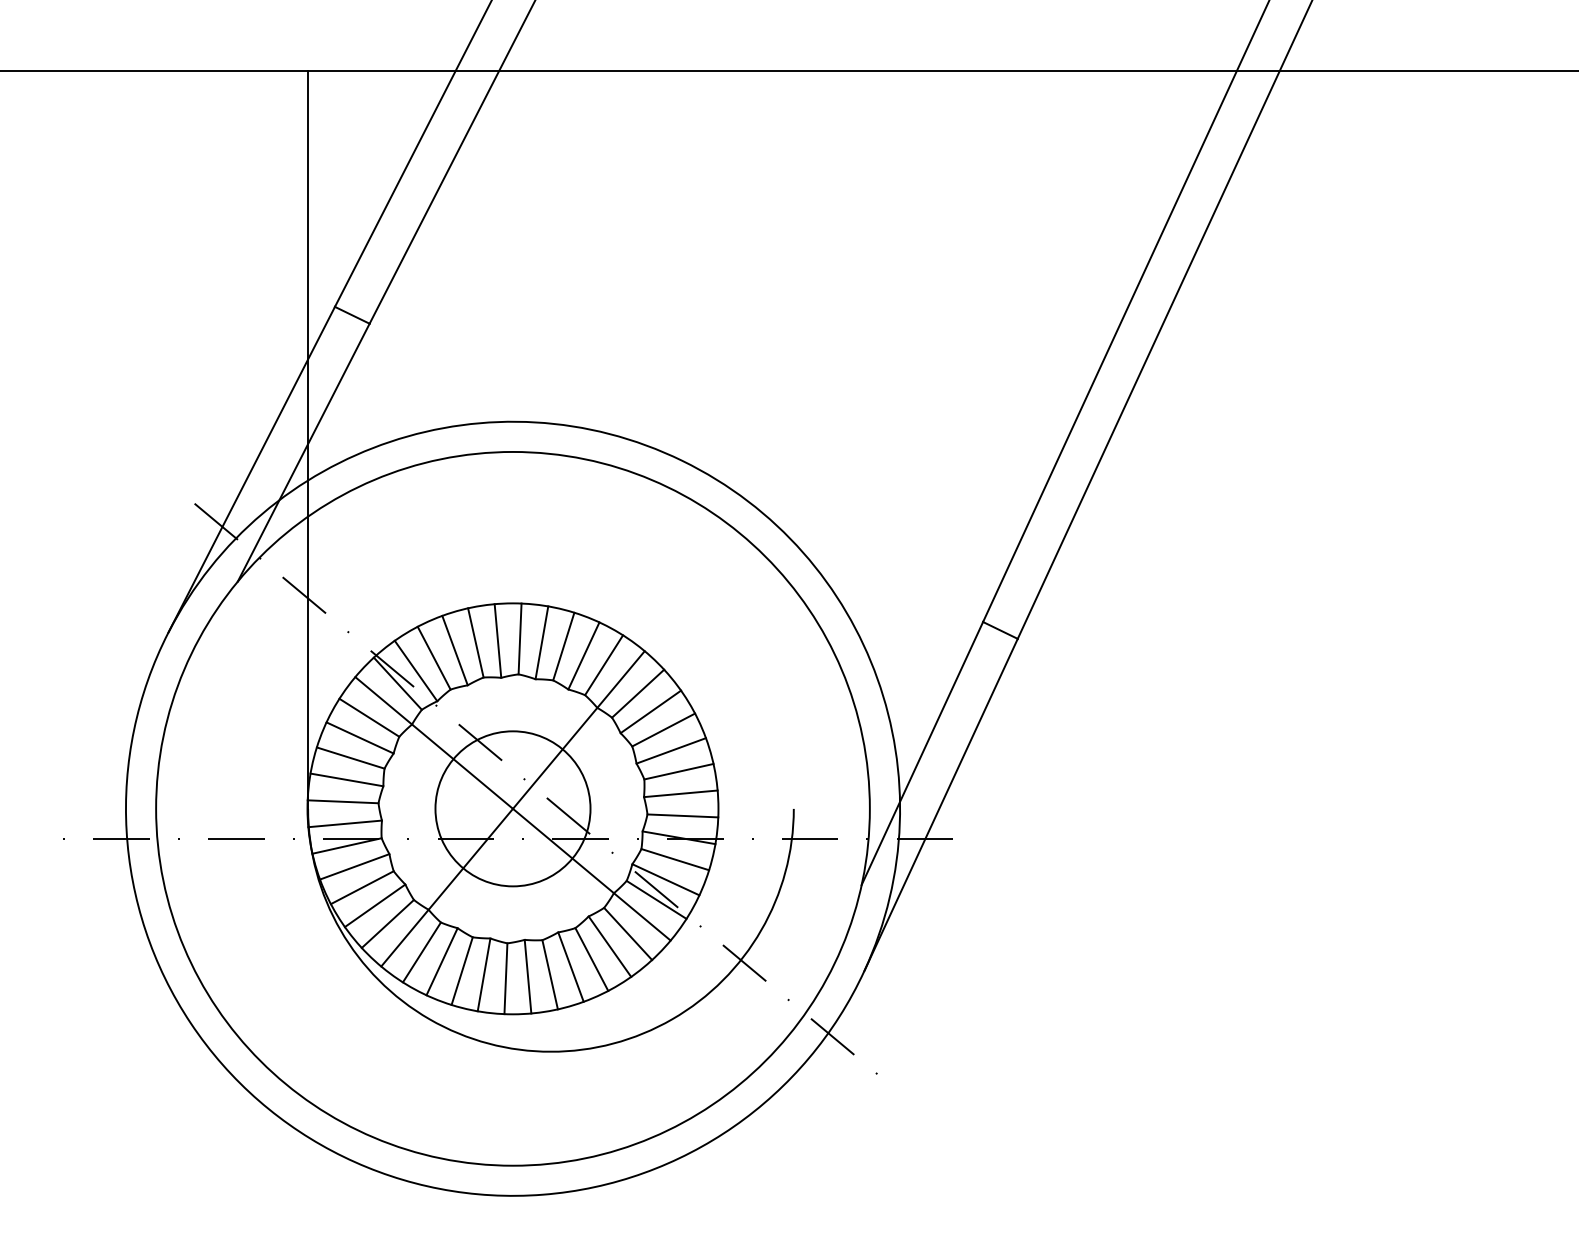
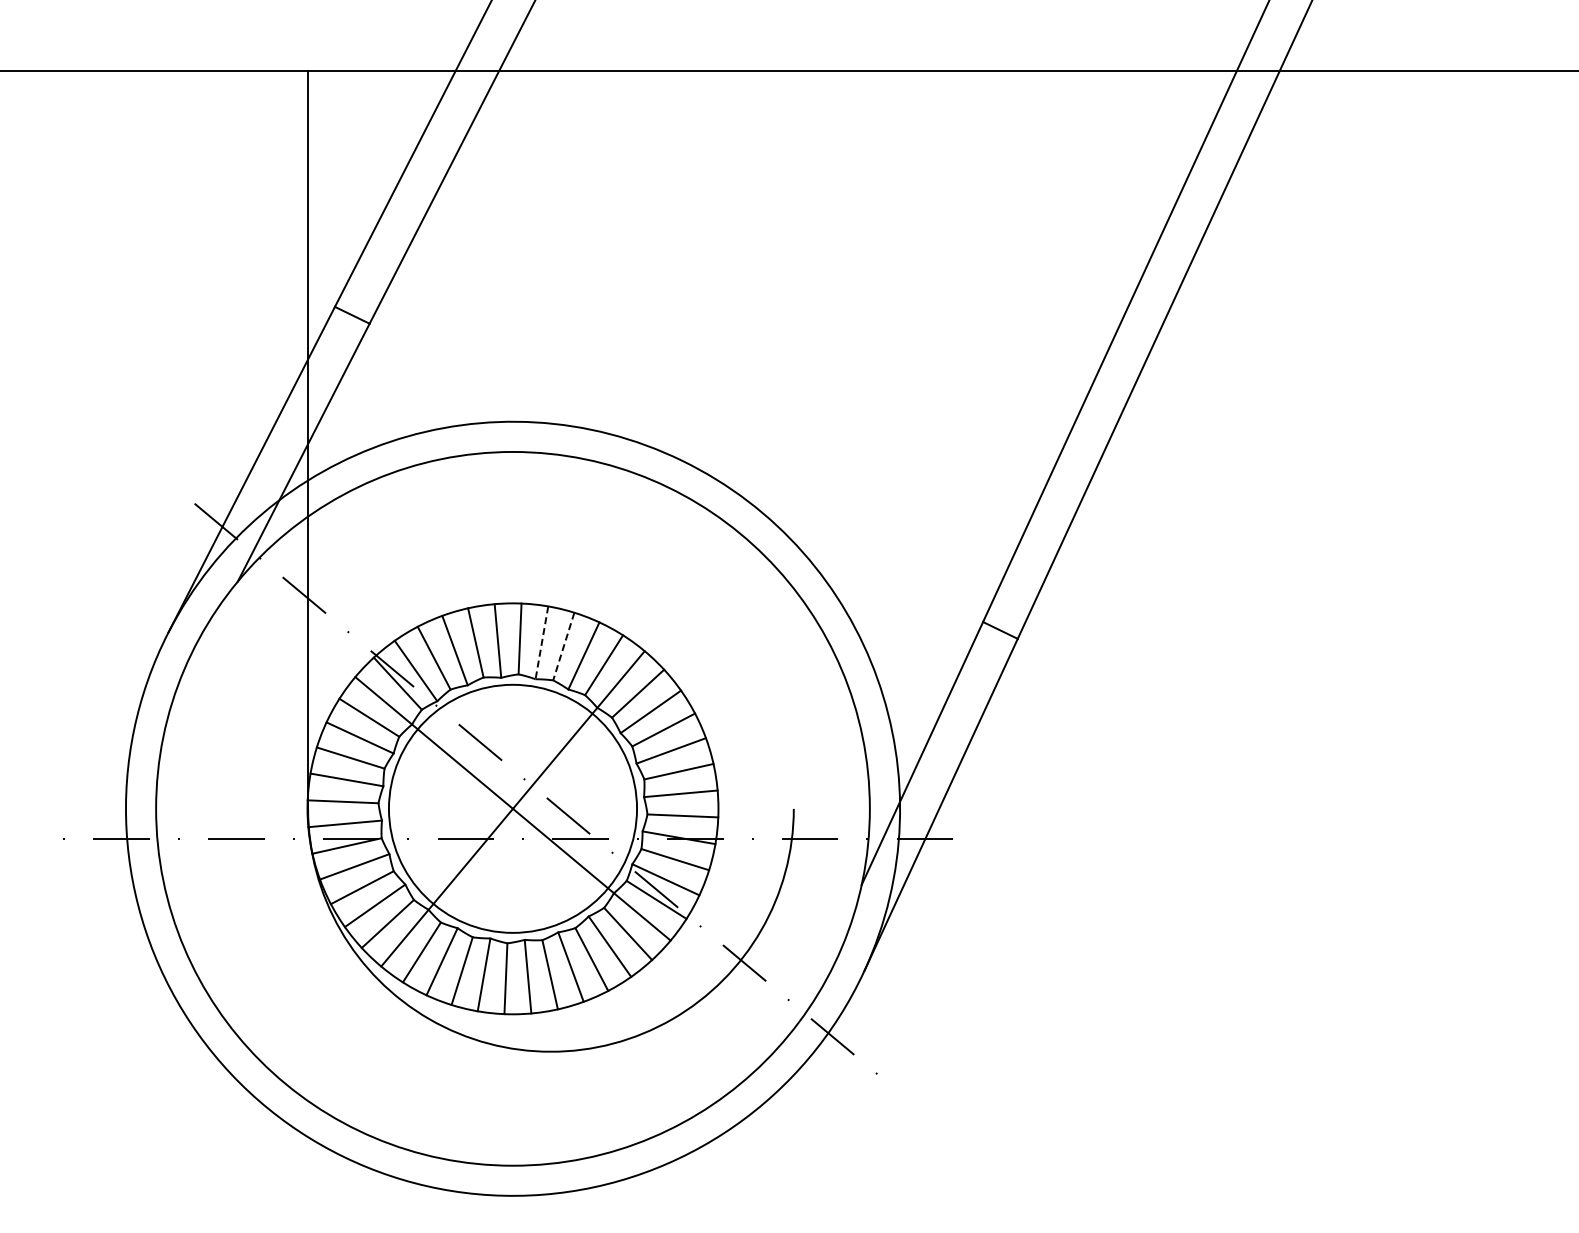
line at (541, 642): solid -> dashed
line at (563, 647): solid -> dashed
circle at (512, 808) diameter: 155 px -> 248 px
